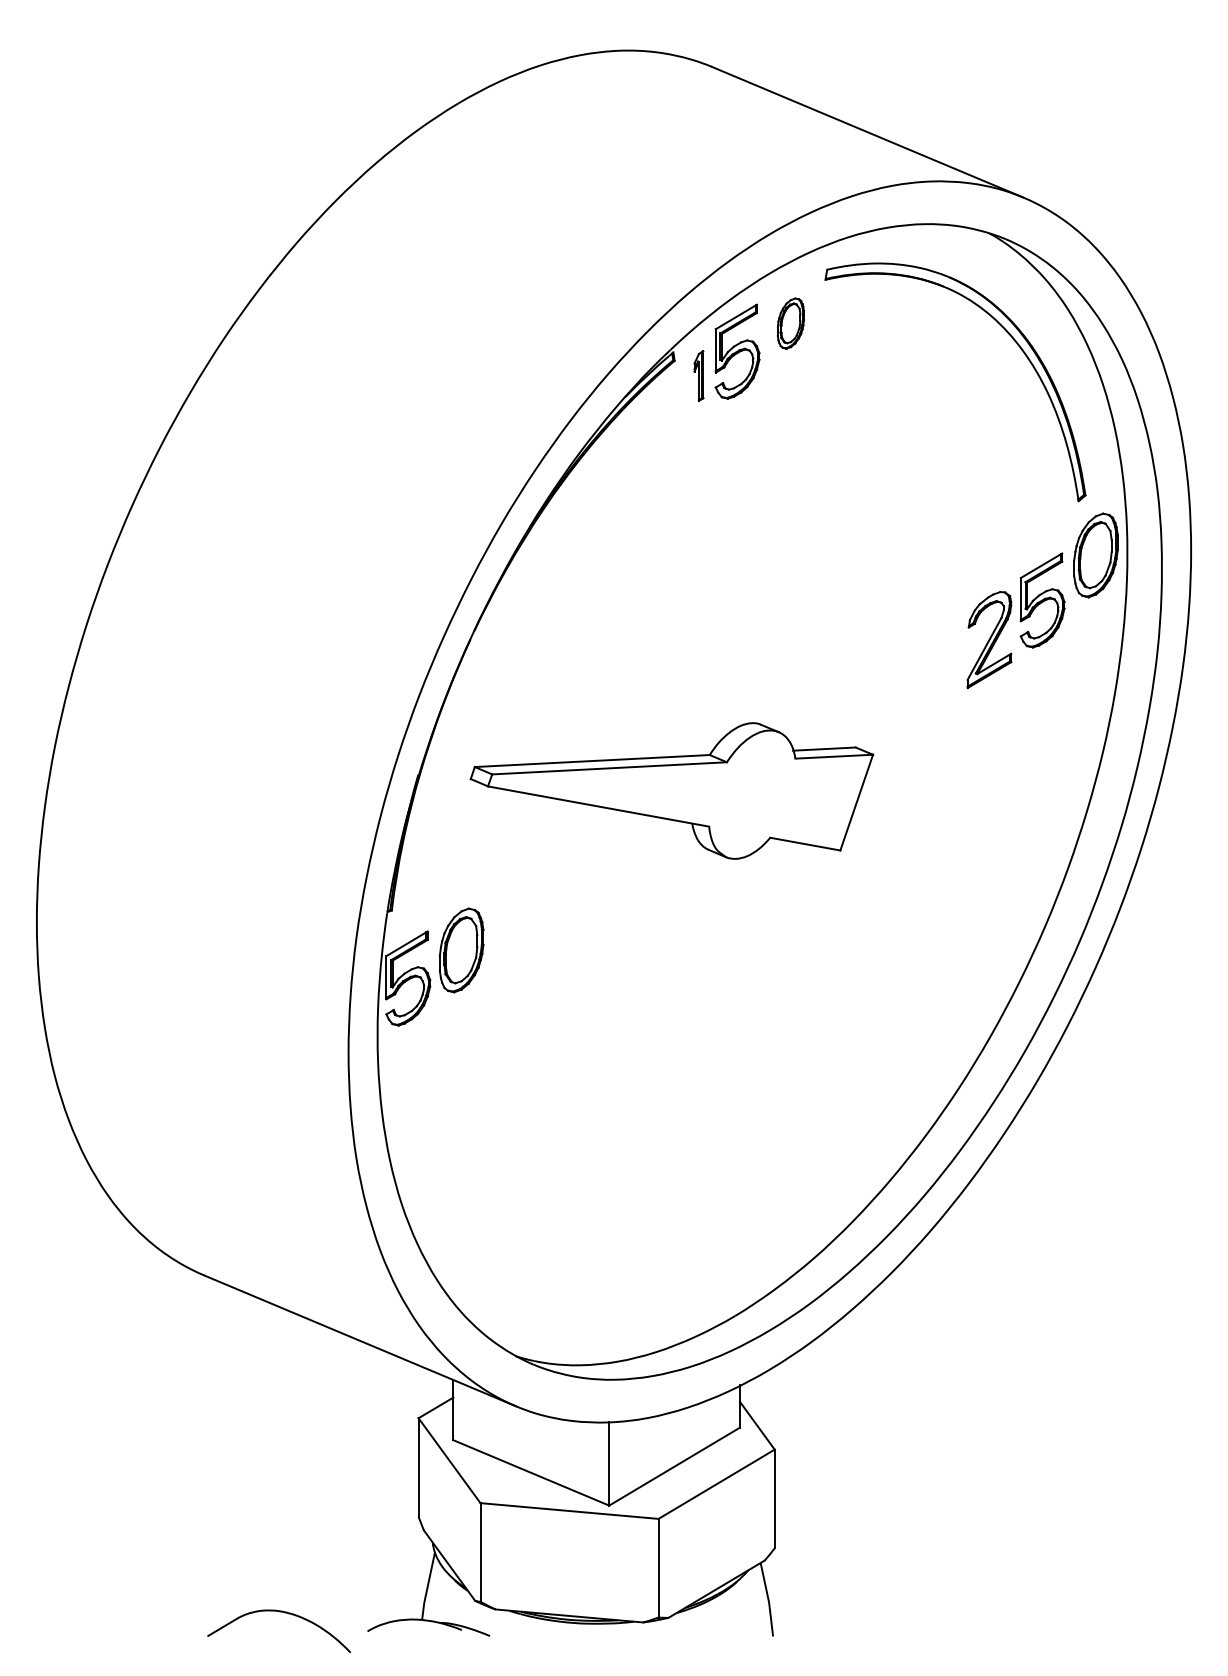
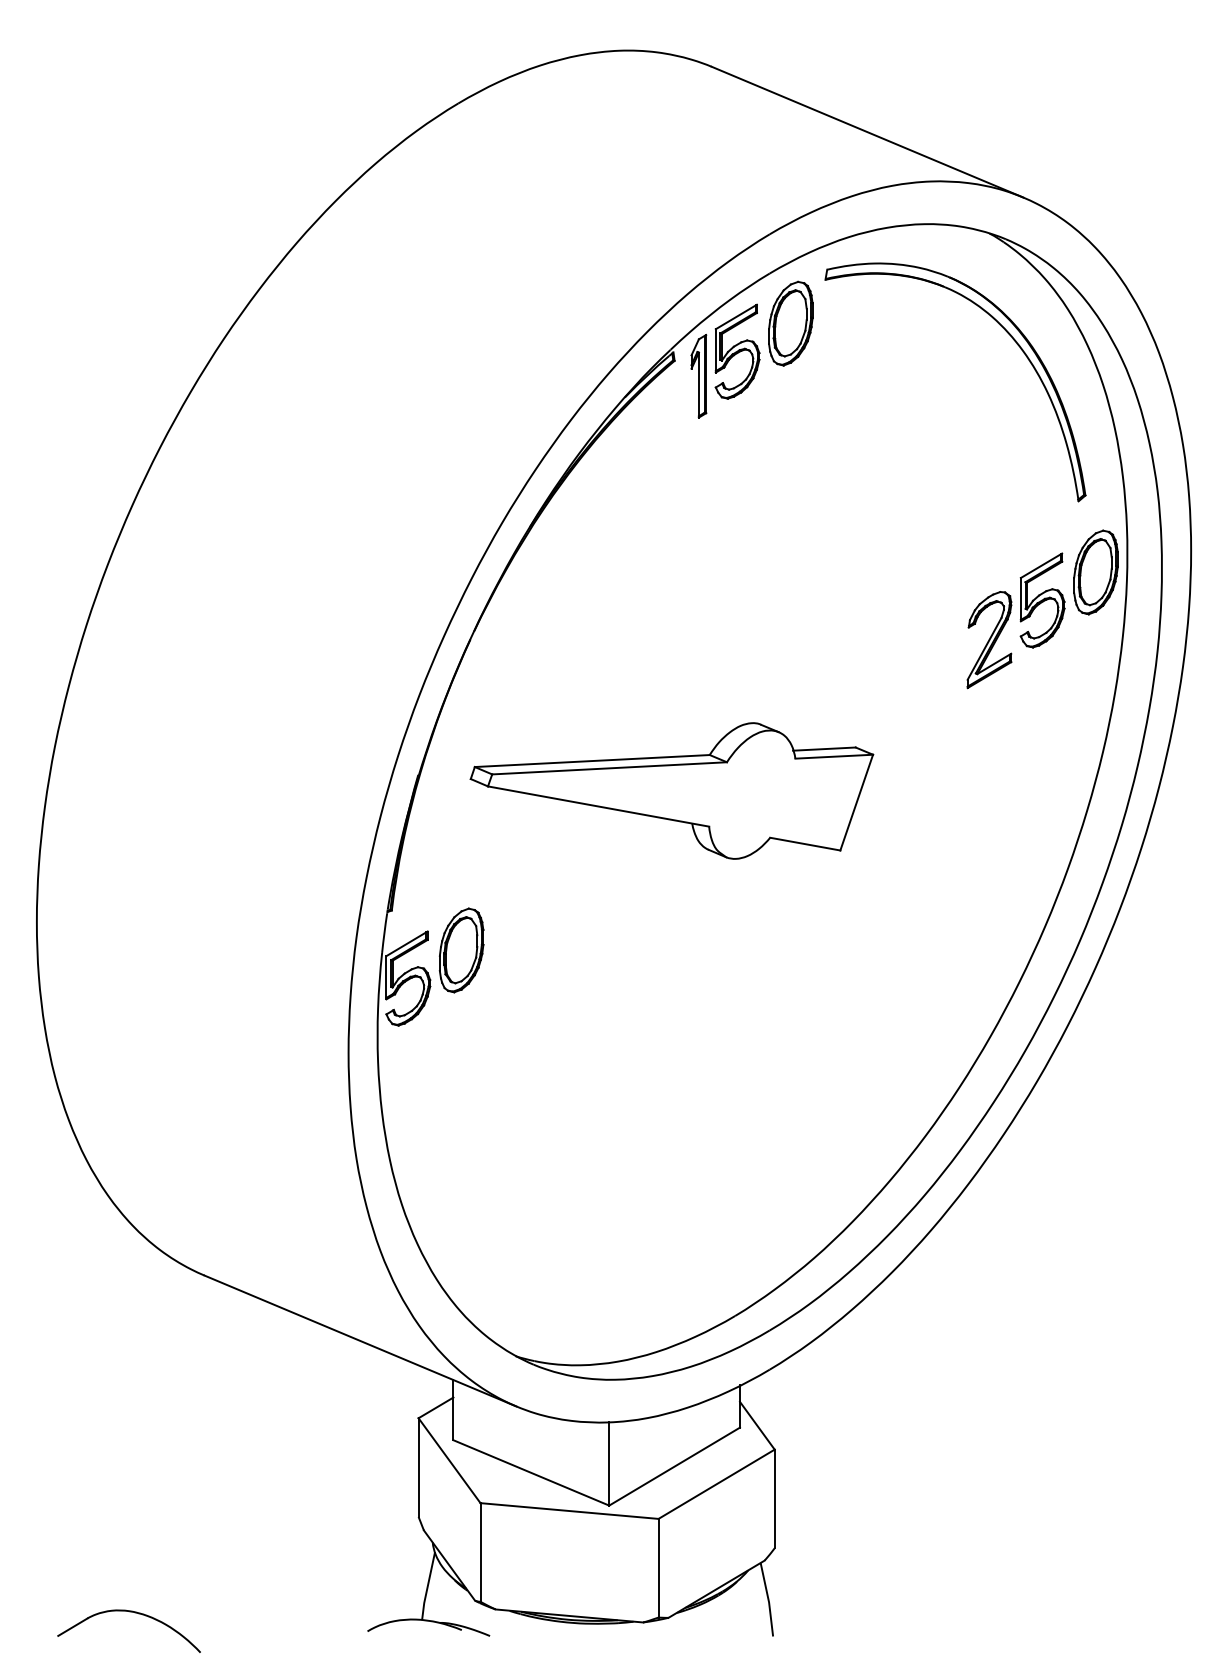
part at (790, 323) size: 29x53 px -> 46x87 px
part at (698, 375) size: 12x52 px -> 18x86 px
part at (1095, 555) position: (1095, 555) -> (1095, 572)
part at (279, 1612) position: (279, 1612) -> (129, 1612)
